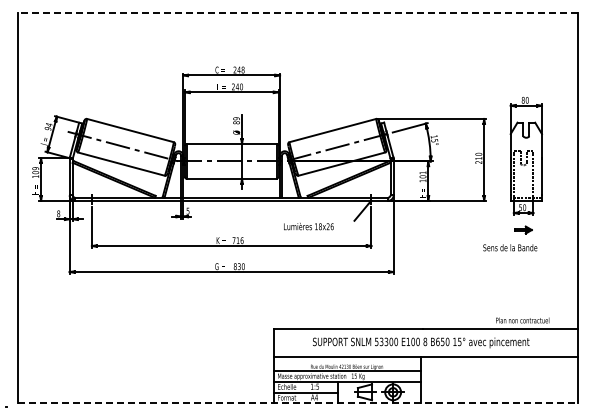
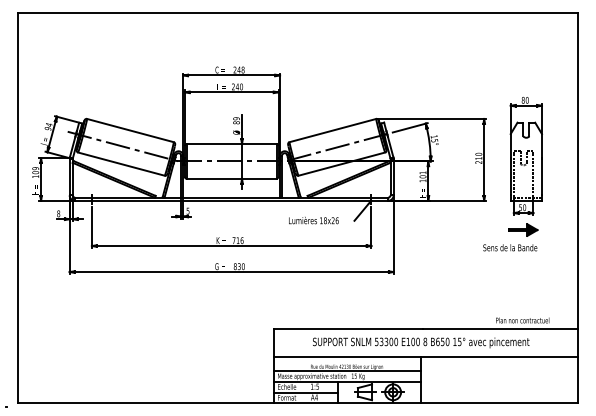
line at (297, 12): dashed -> solid
text at (308, 226) position: (308, 226) -> (313, 220)
part at (523, 229) size: 19x10 px -> 31x14 px
line at (298, 403): dashed -> solid
